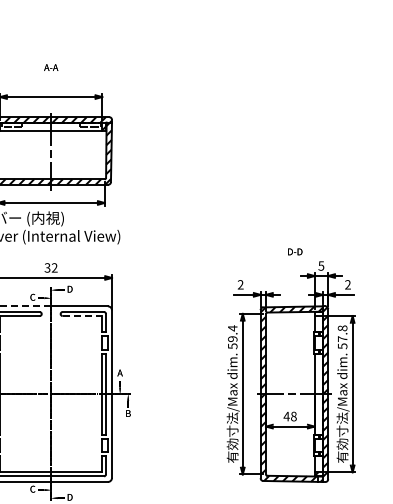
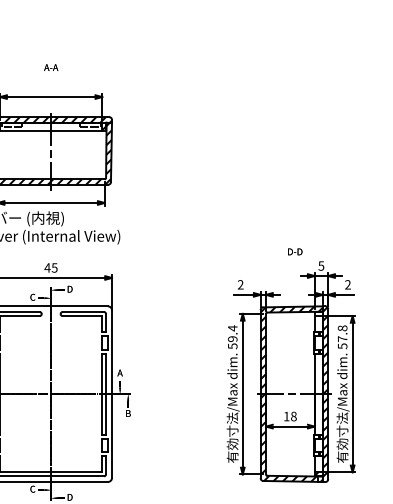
text at (50, 267): 32 -> 45
line at (25, 306): dashed -> solid
line at (82, 316): dashed -> solid
text at (286, 416): 48 -> 18
